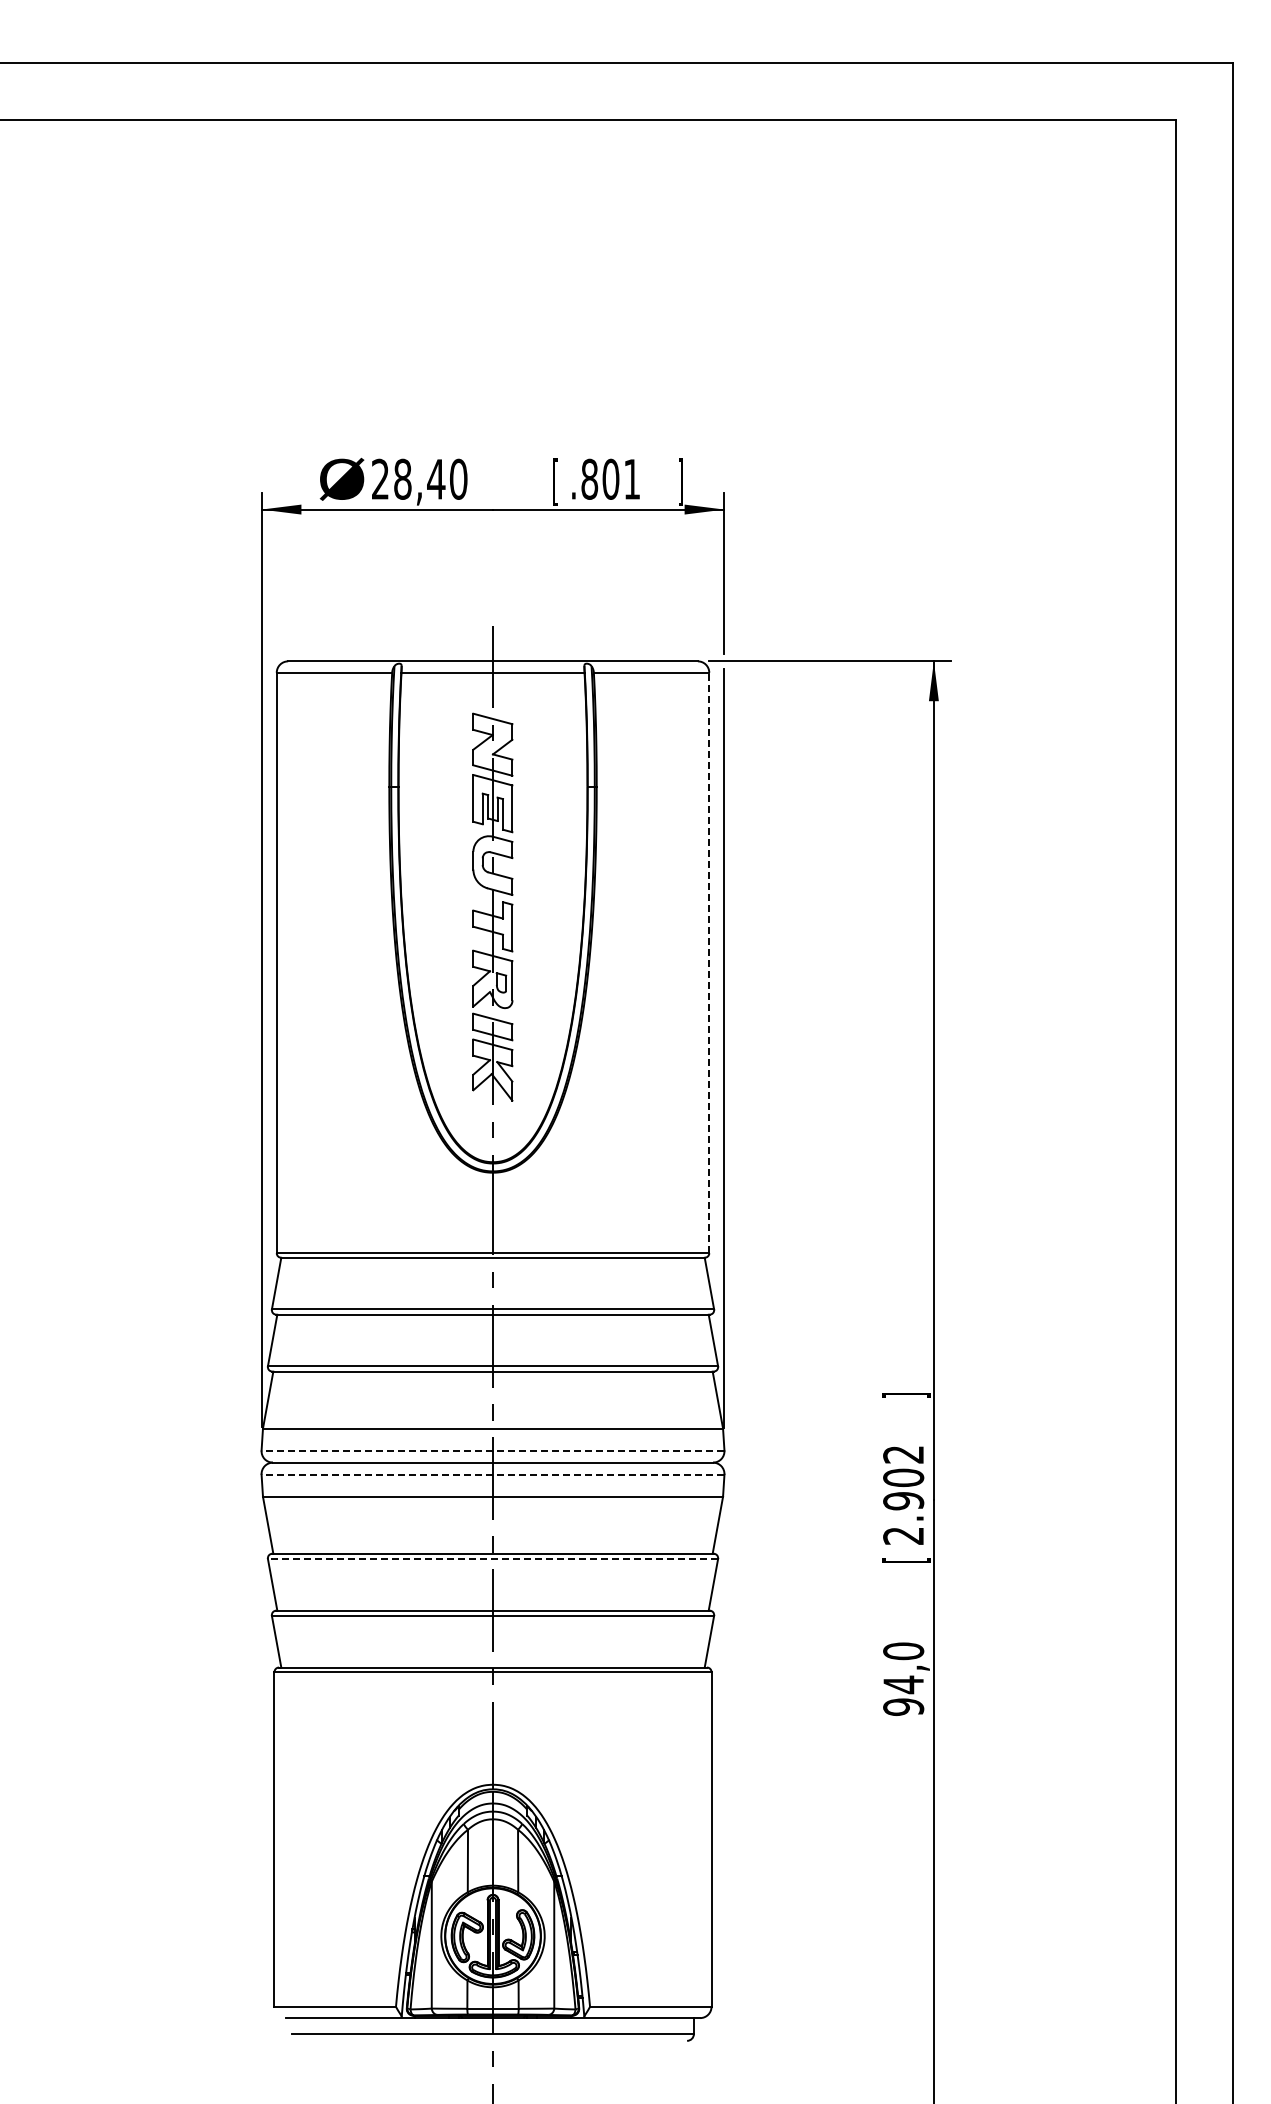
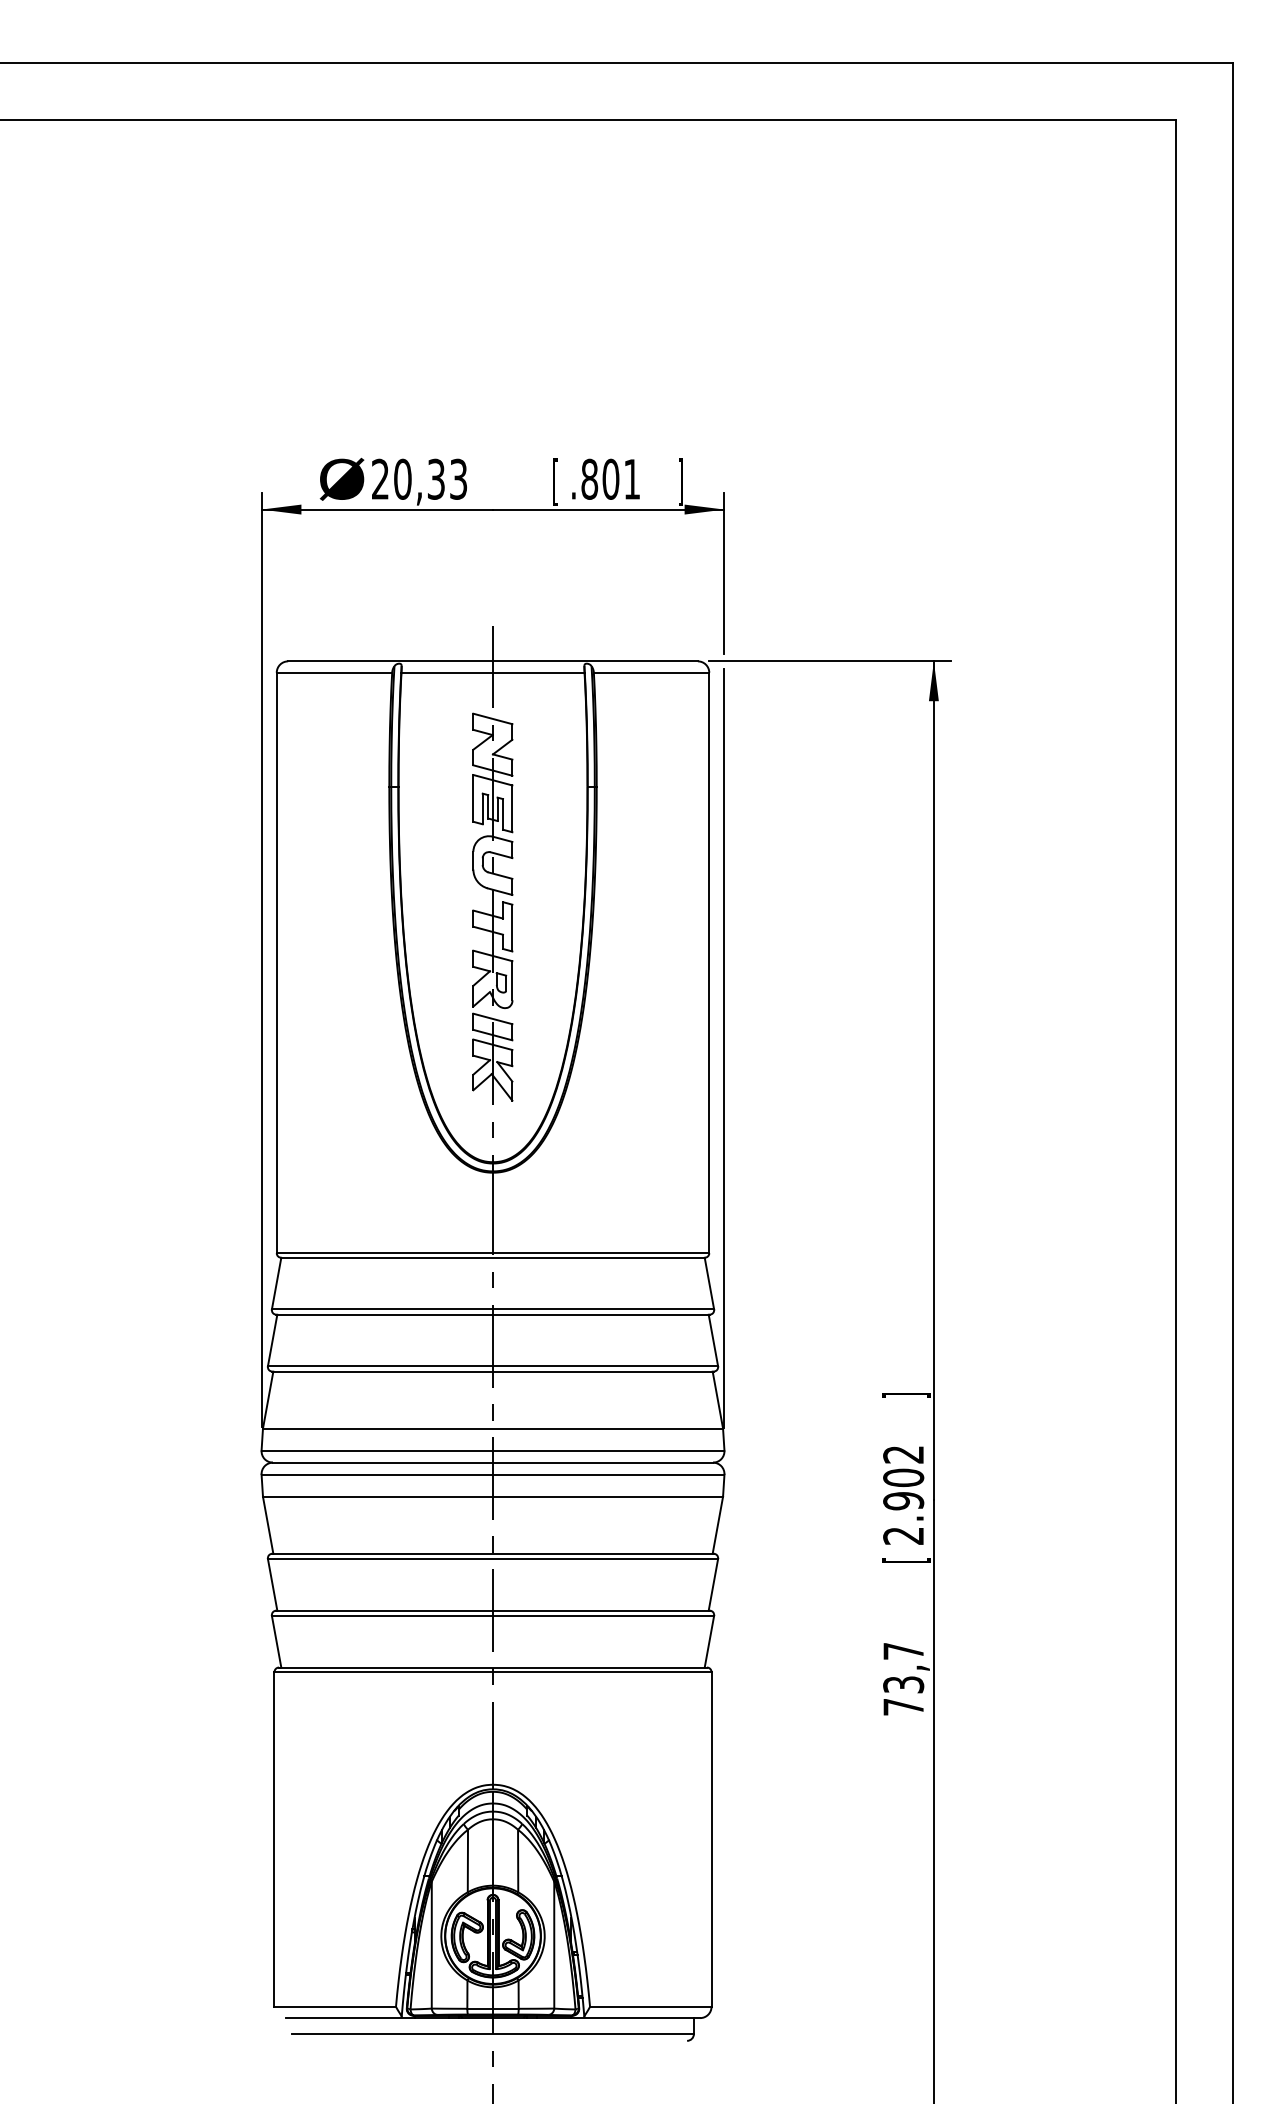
text at (430, 478): 28,40 -> 20,33
line at (709, 962): dashed -> solid
line at (492, 1450): dashed -> solid
line at (492, 1474): dashed -> solid
line at (492, 1559): dashed -> solid
text at (903, 1678): 94,0 -> 73,7
